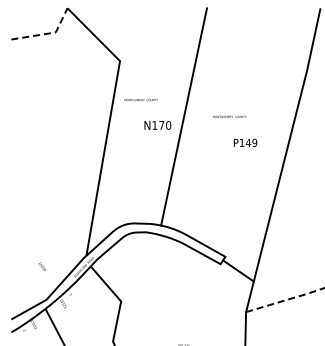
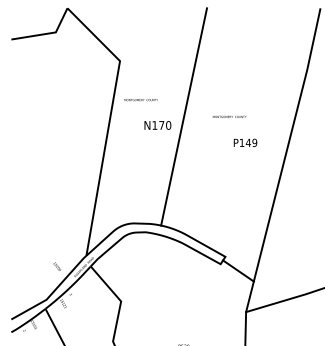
line at (47, 33): dashed -> solid
text at (42, 266) position: (42, 266) -> (57, 266)
line at (286, 300): dashed -> solid
